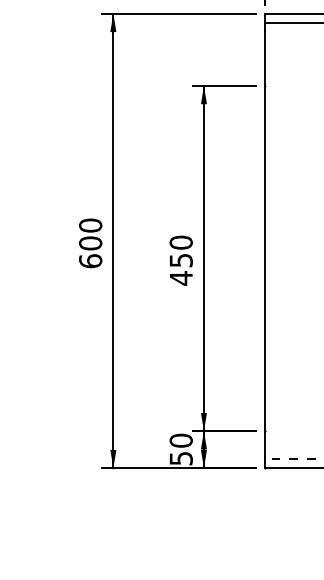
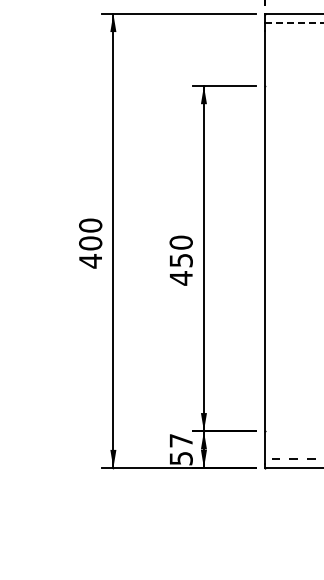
line at (294, 22): solid -> dashed
text at (90, 261): 600 -> 400
text at (180, 440): 50 -> 57
